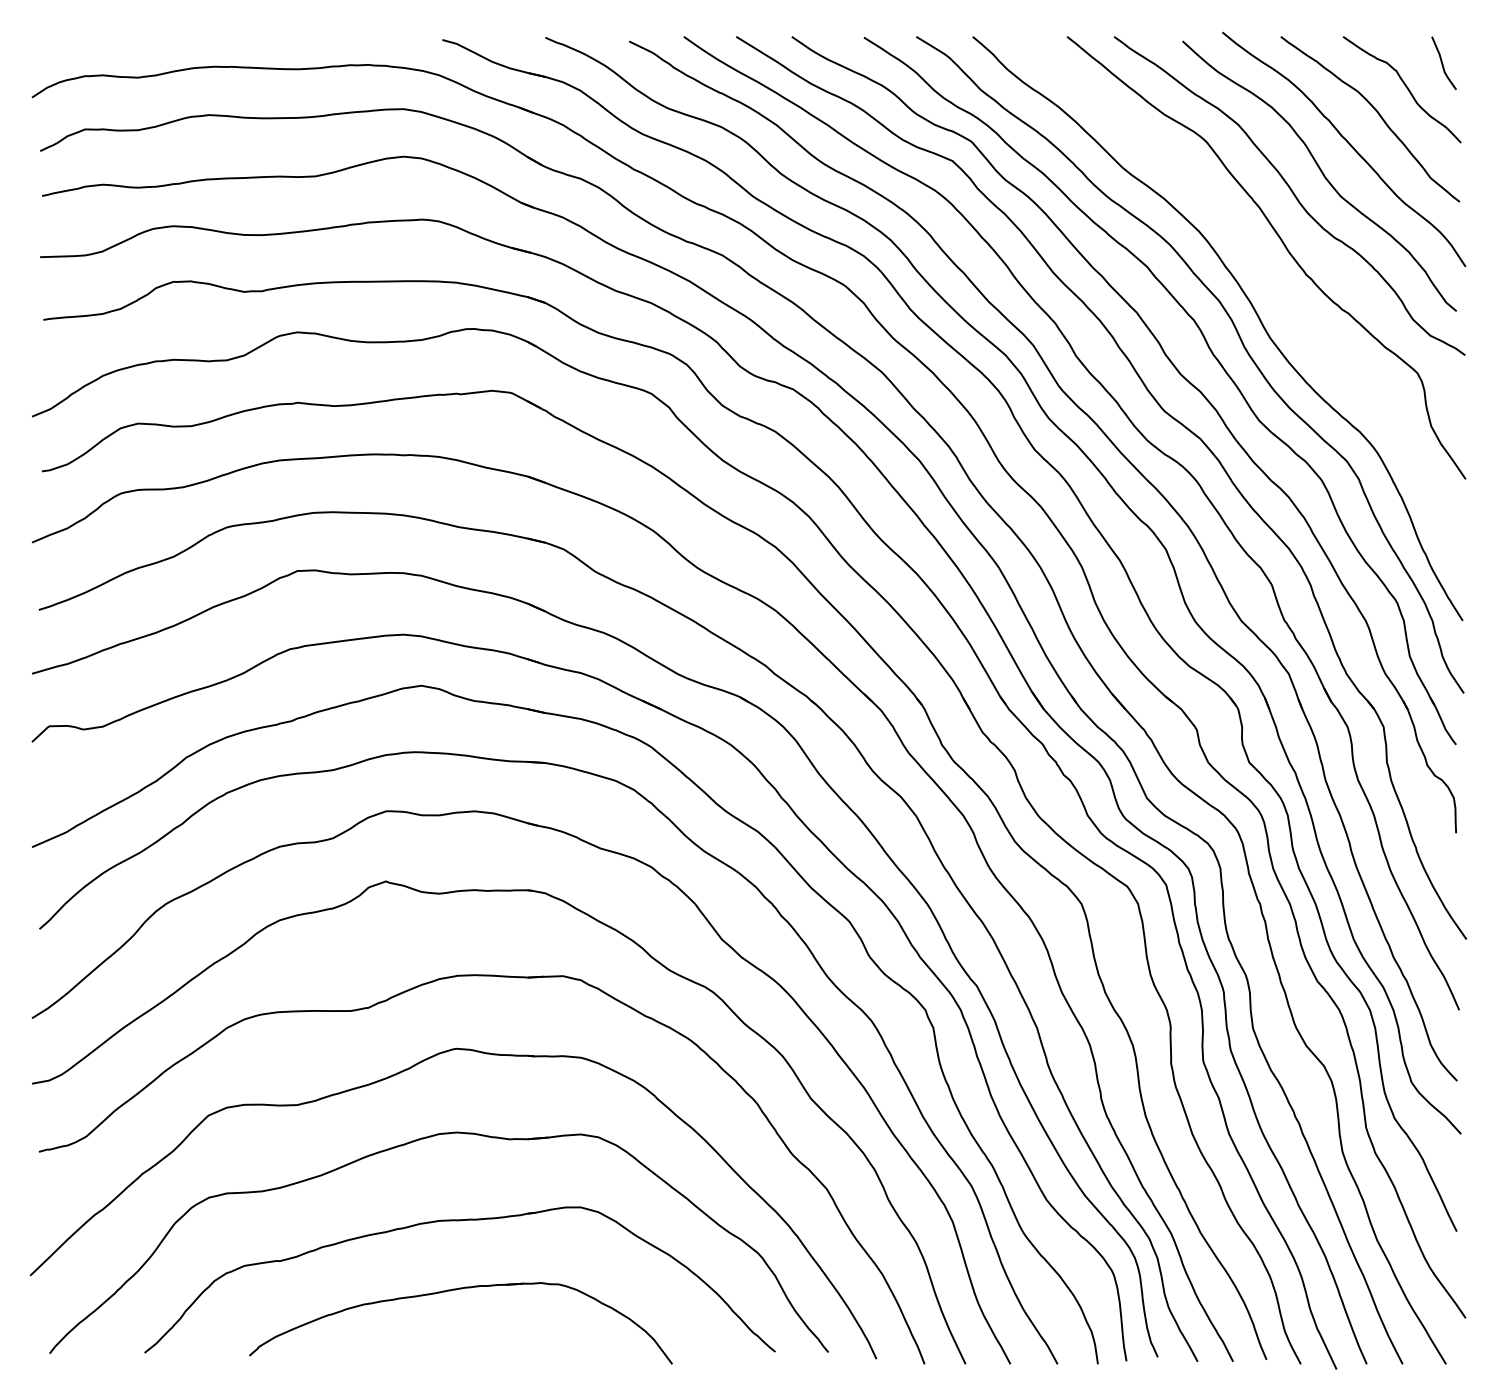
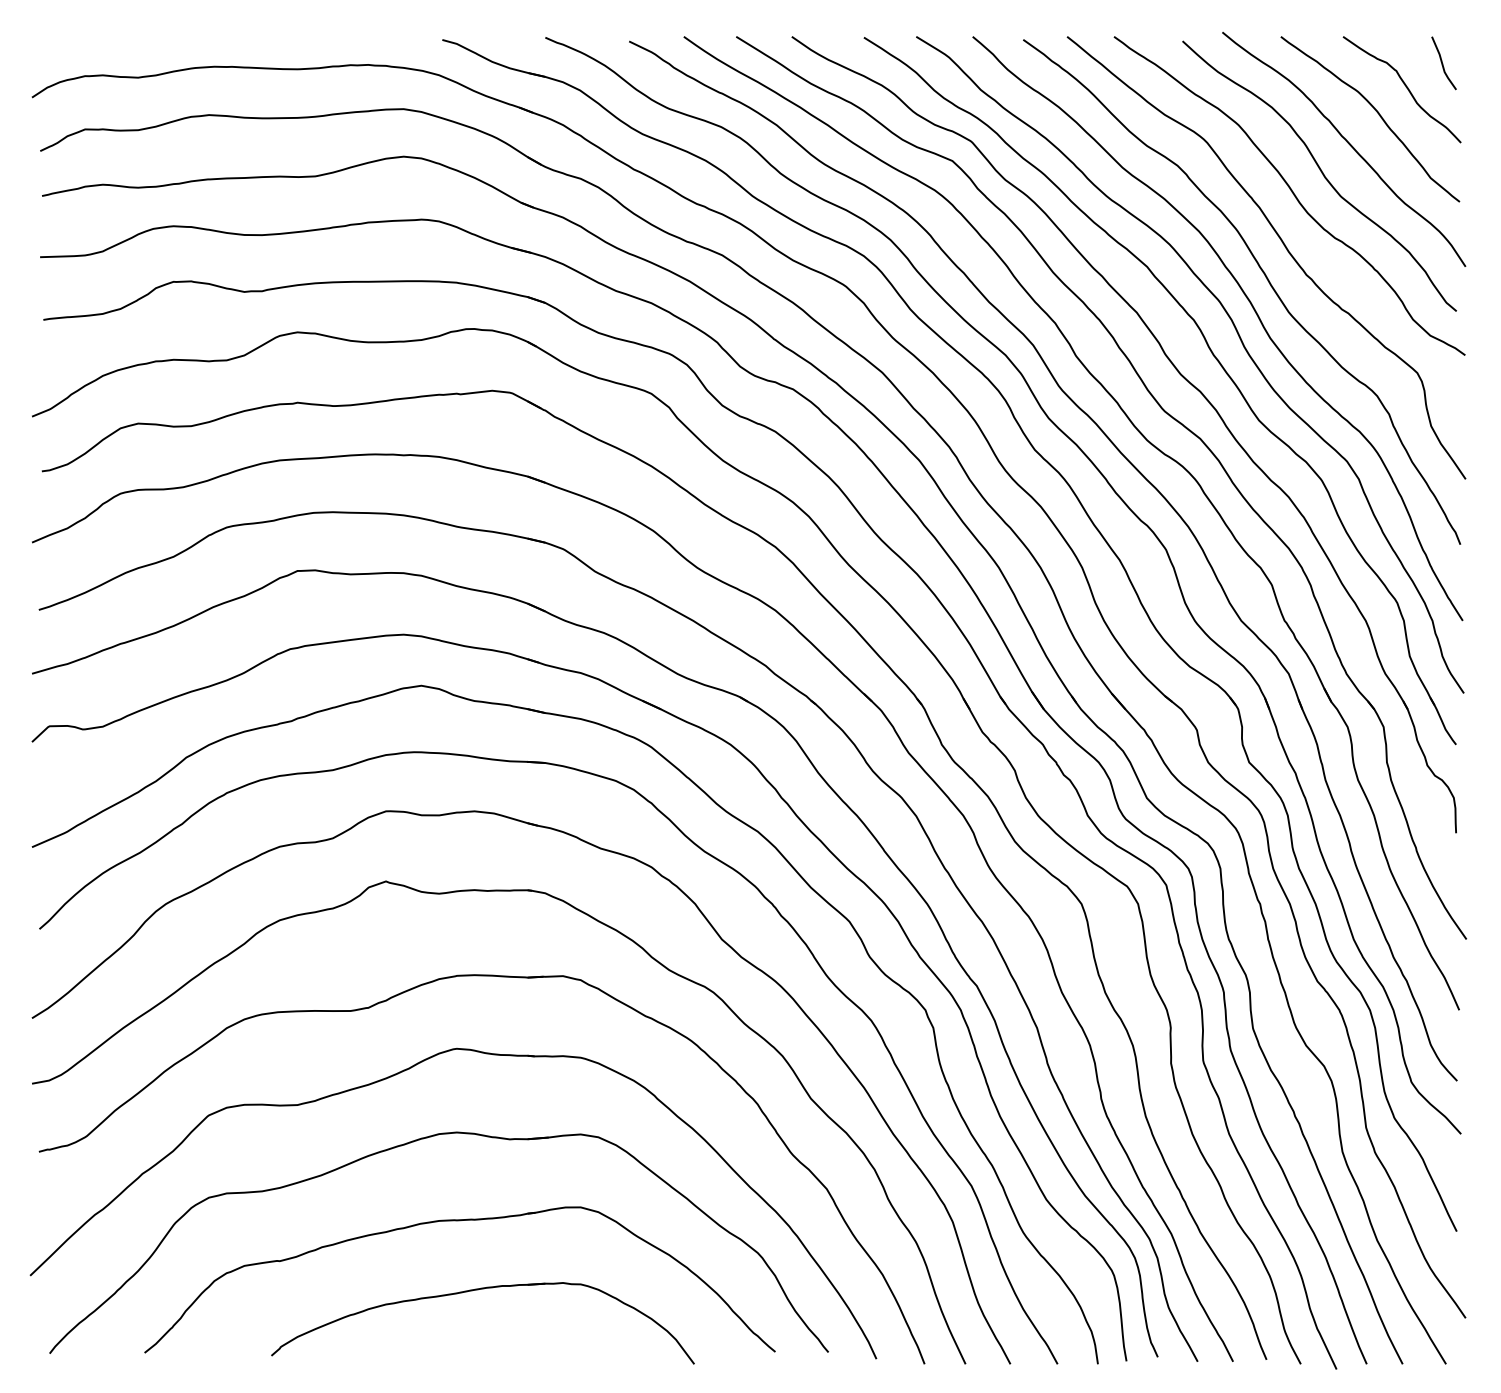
curve at (1266, 279): none -> present
part at (456, 1290) position: (456, 1290) -> (478, 1290)
